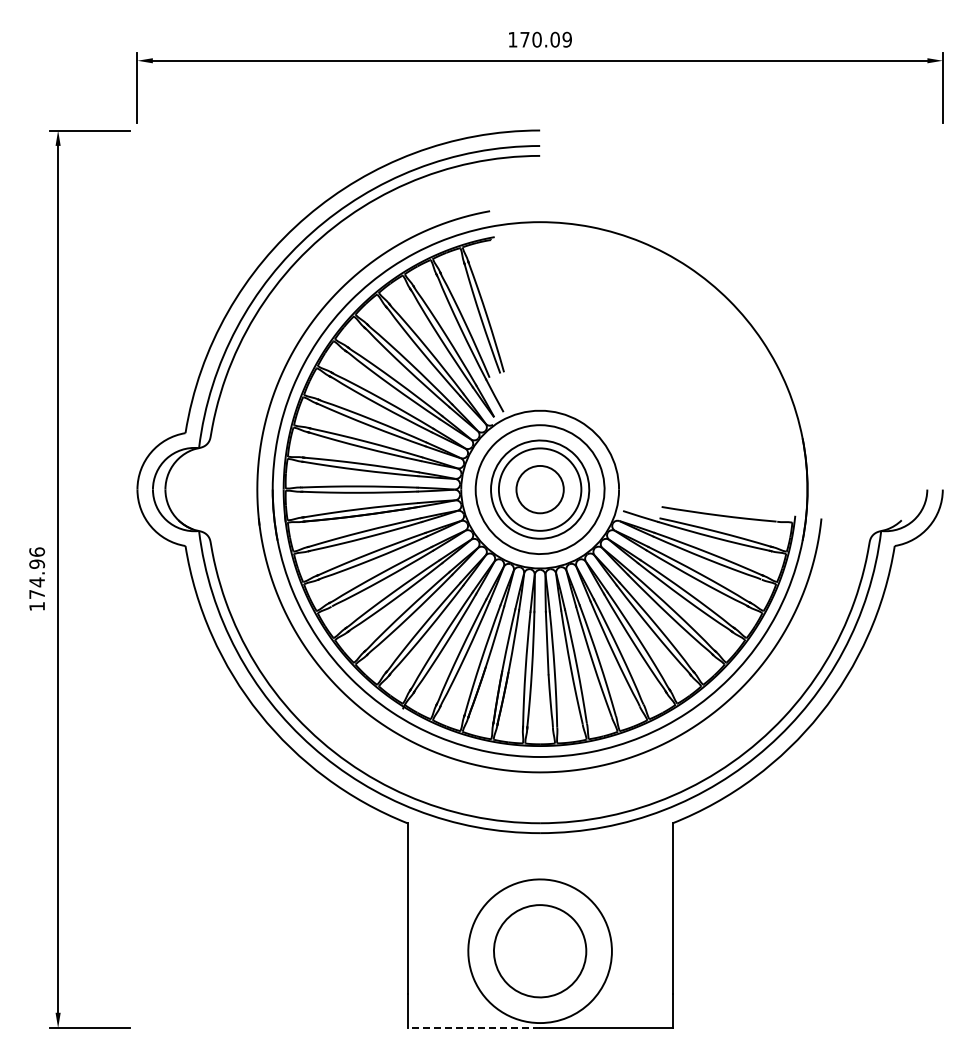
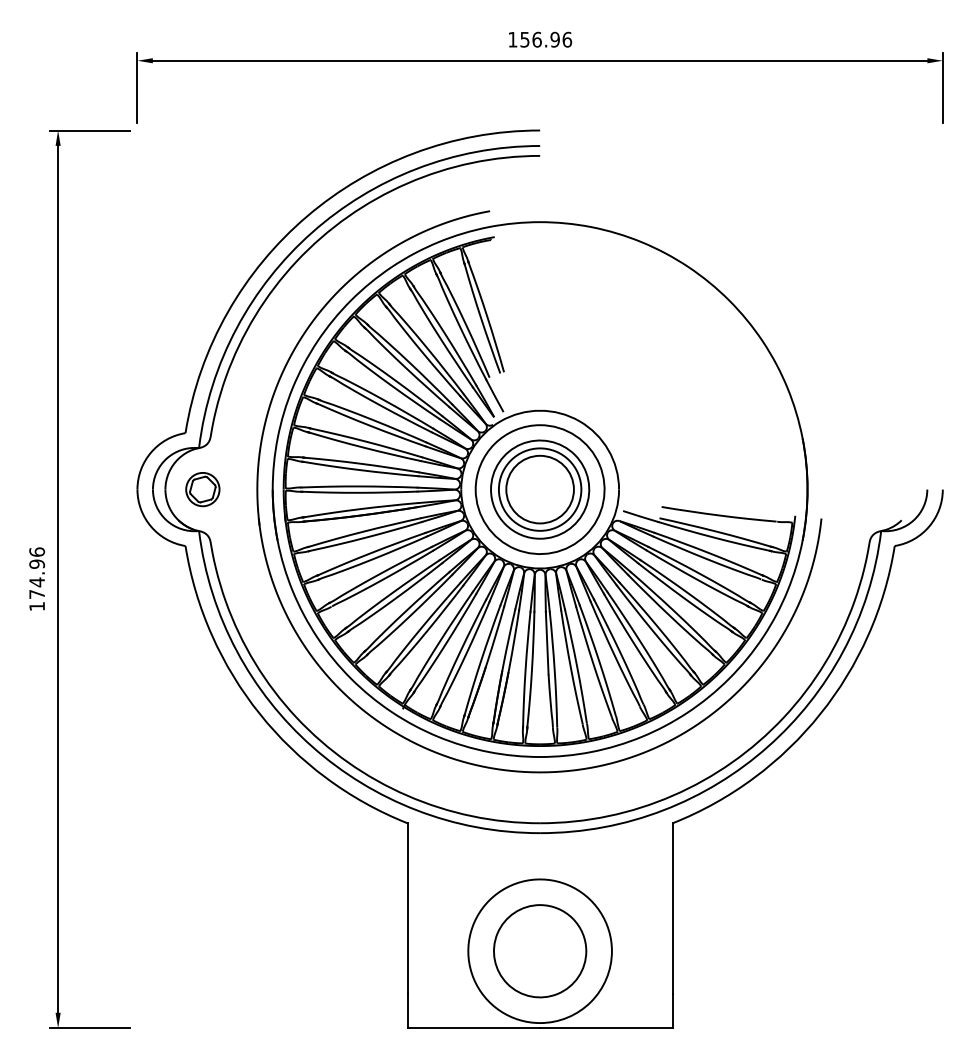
text at (546, 39): 170.09 -> 156.96
part at (202, 489): none -> present
circle at (539, 489) diameter: 47 px -> 68 px
line at (473, 1028): dashed -> solid
